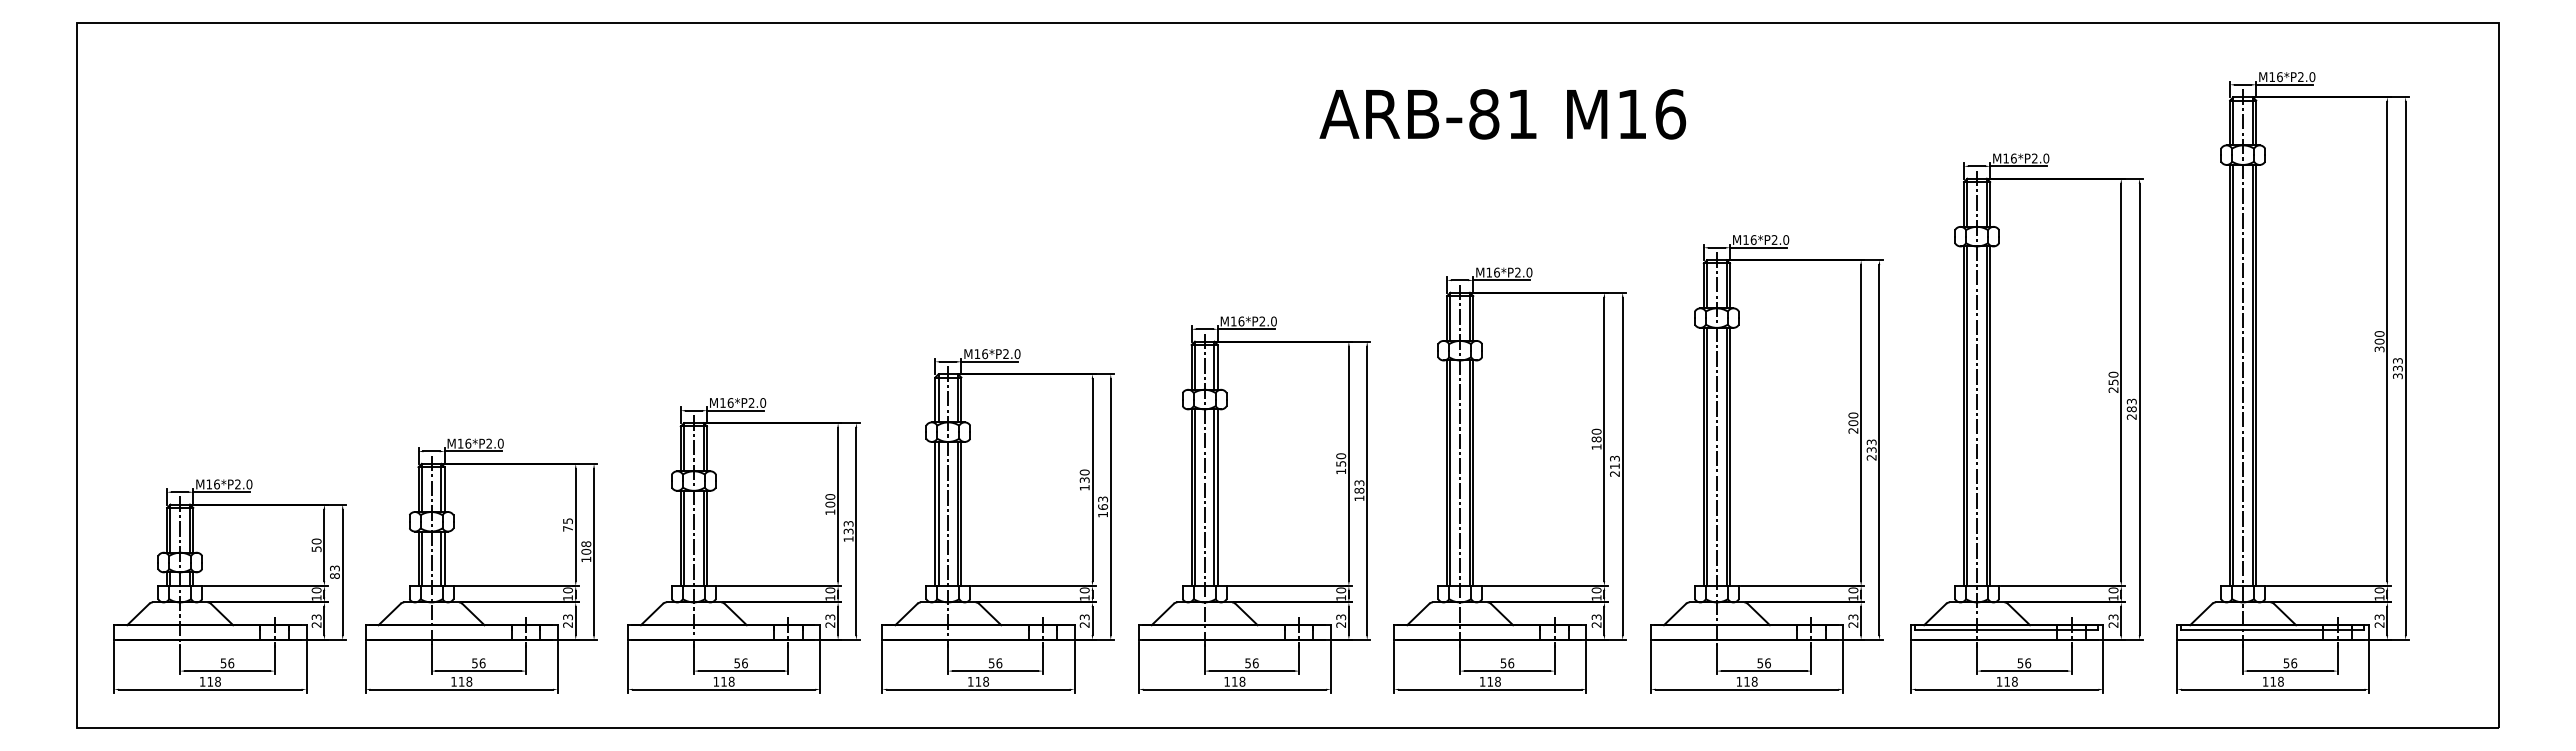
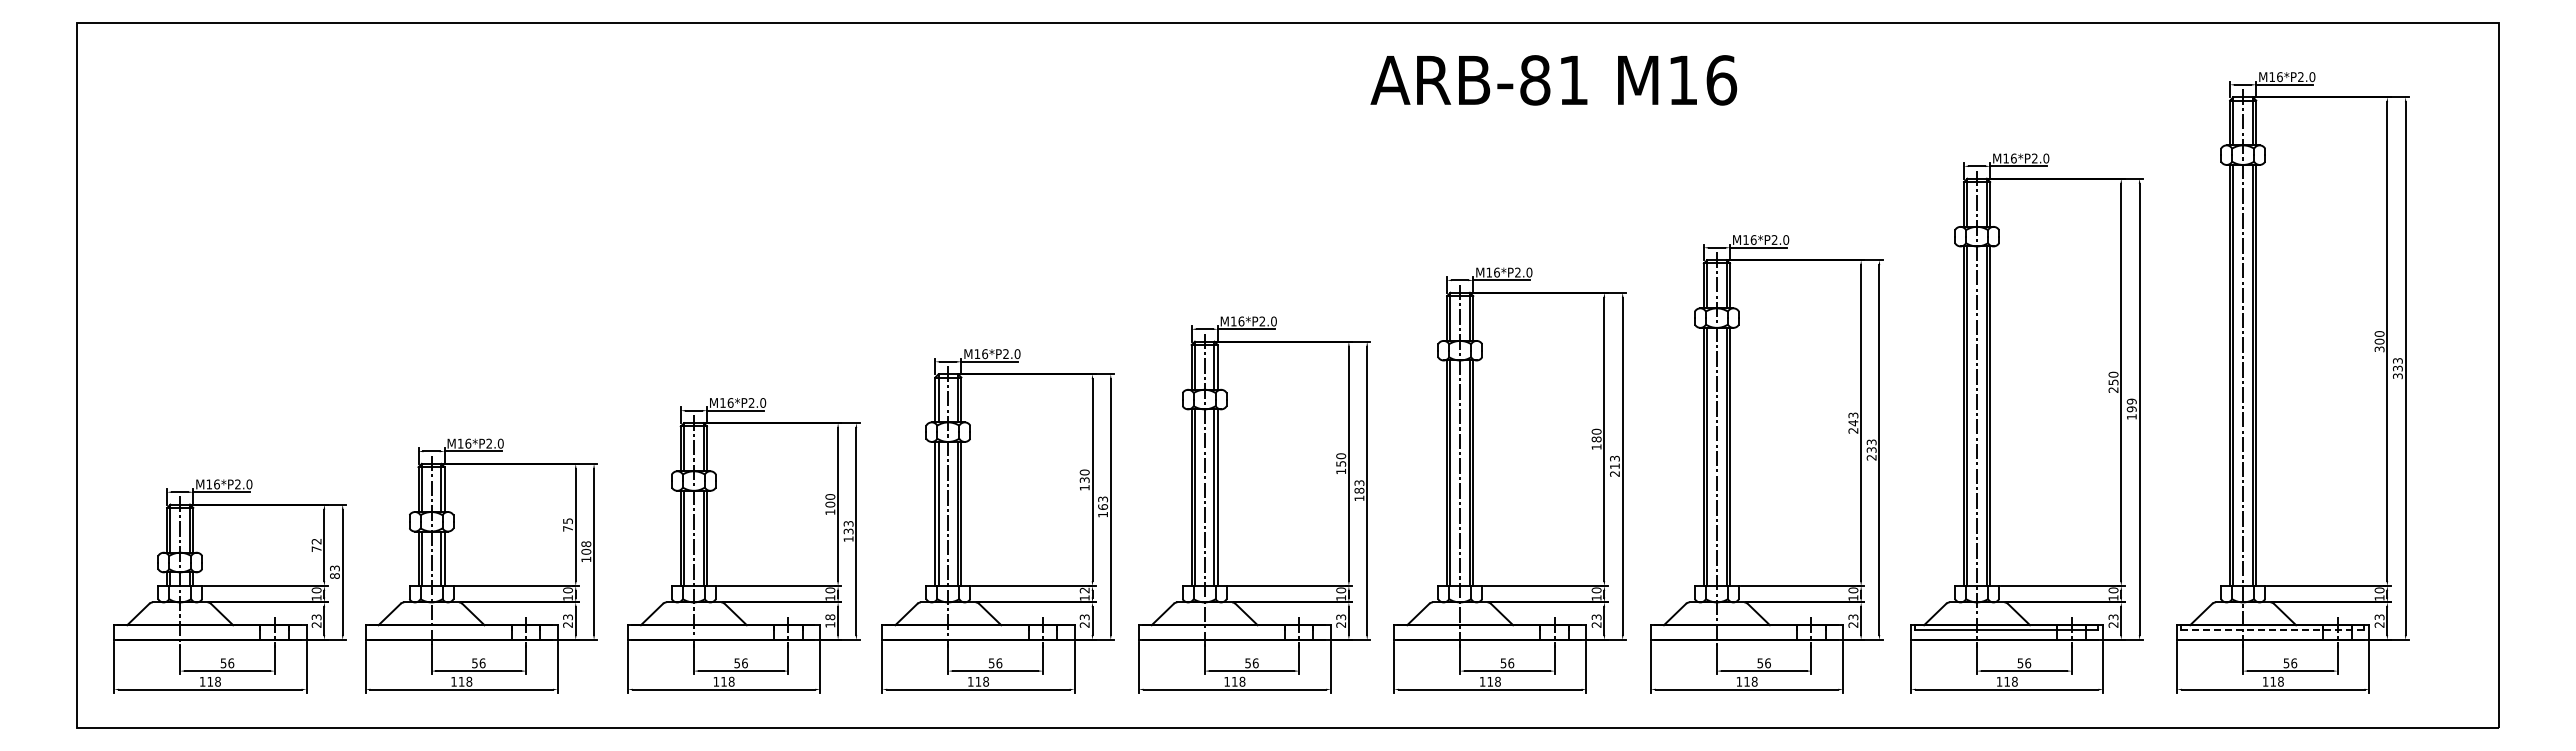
text at (1502, 114) position: (1502, 114) -> (1553, 80)
text at (2131, 408): 283 -> 199
text at (1853, 419): 200 -> 243
text at (316, 545): 50 -> 72
text at (1084, 590): 10 -> 12
text at (830, 620): 23 -> 18
line at (2272, 630): solid -> dashed
